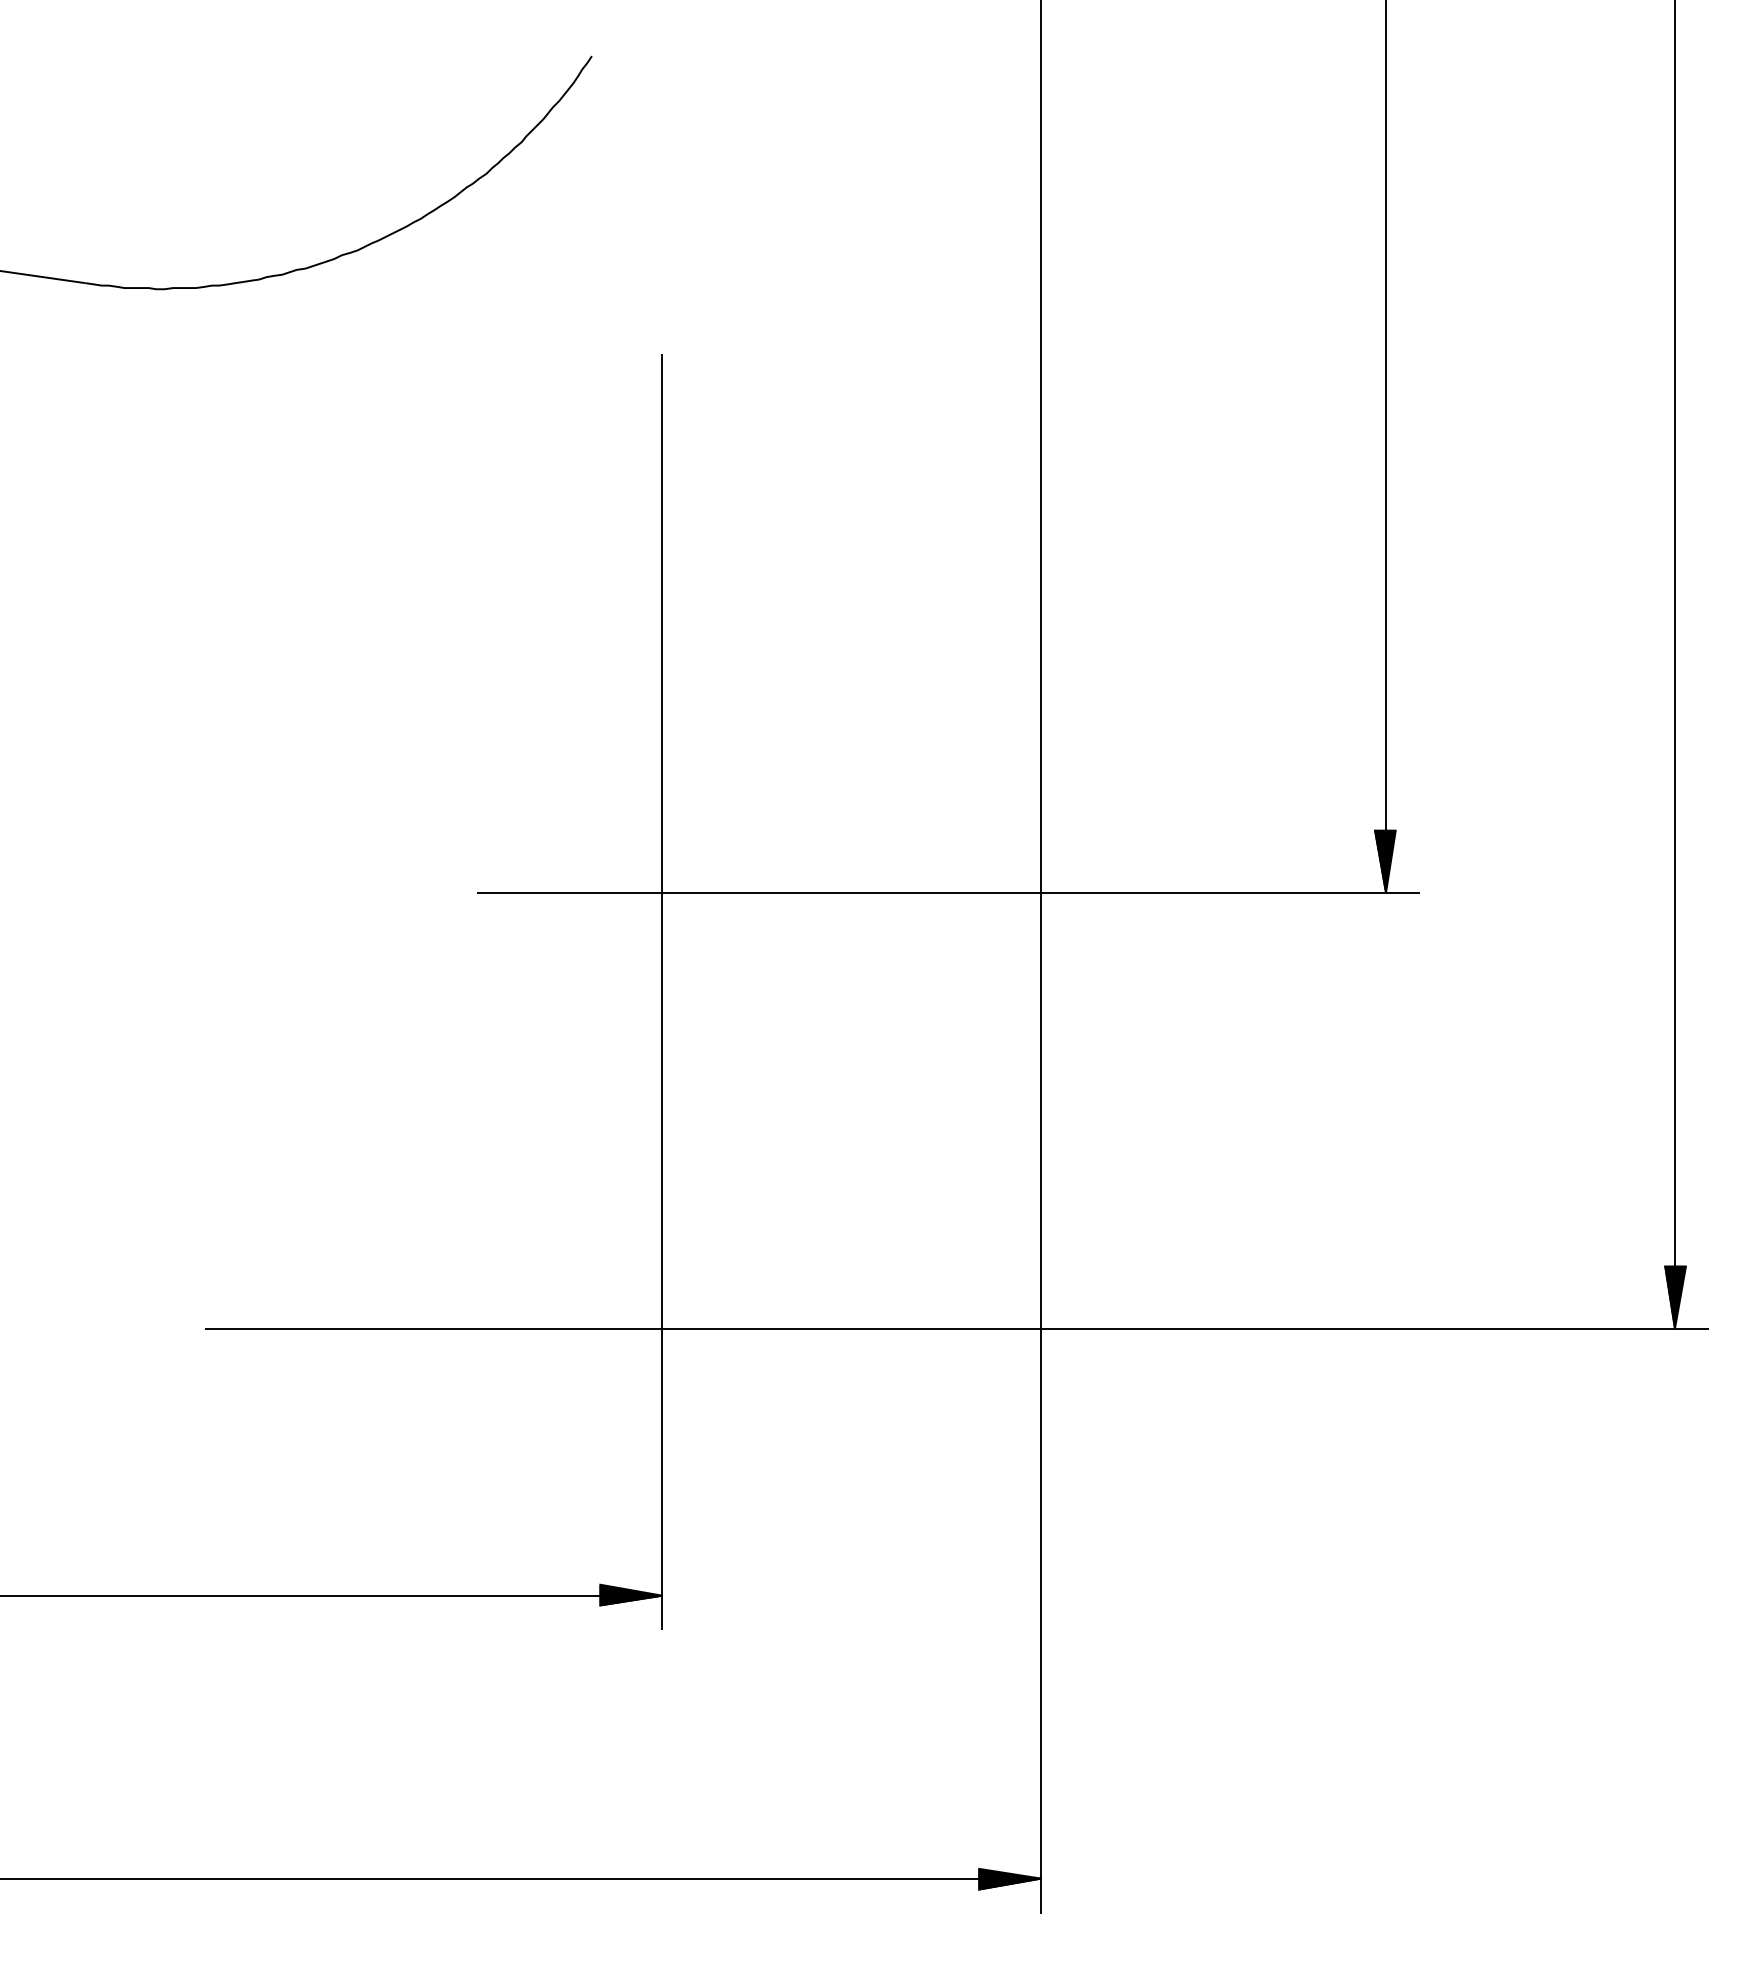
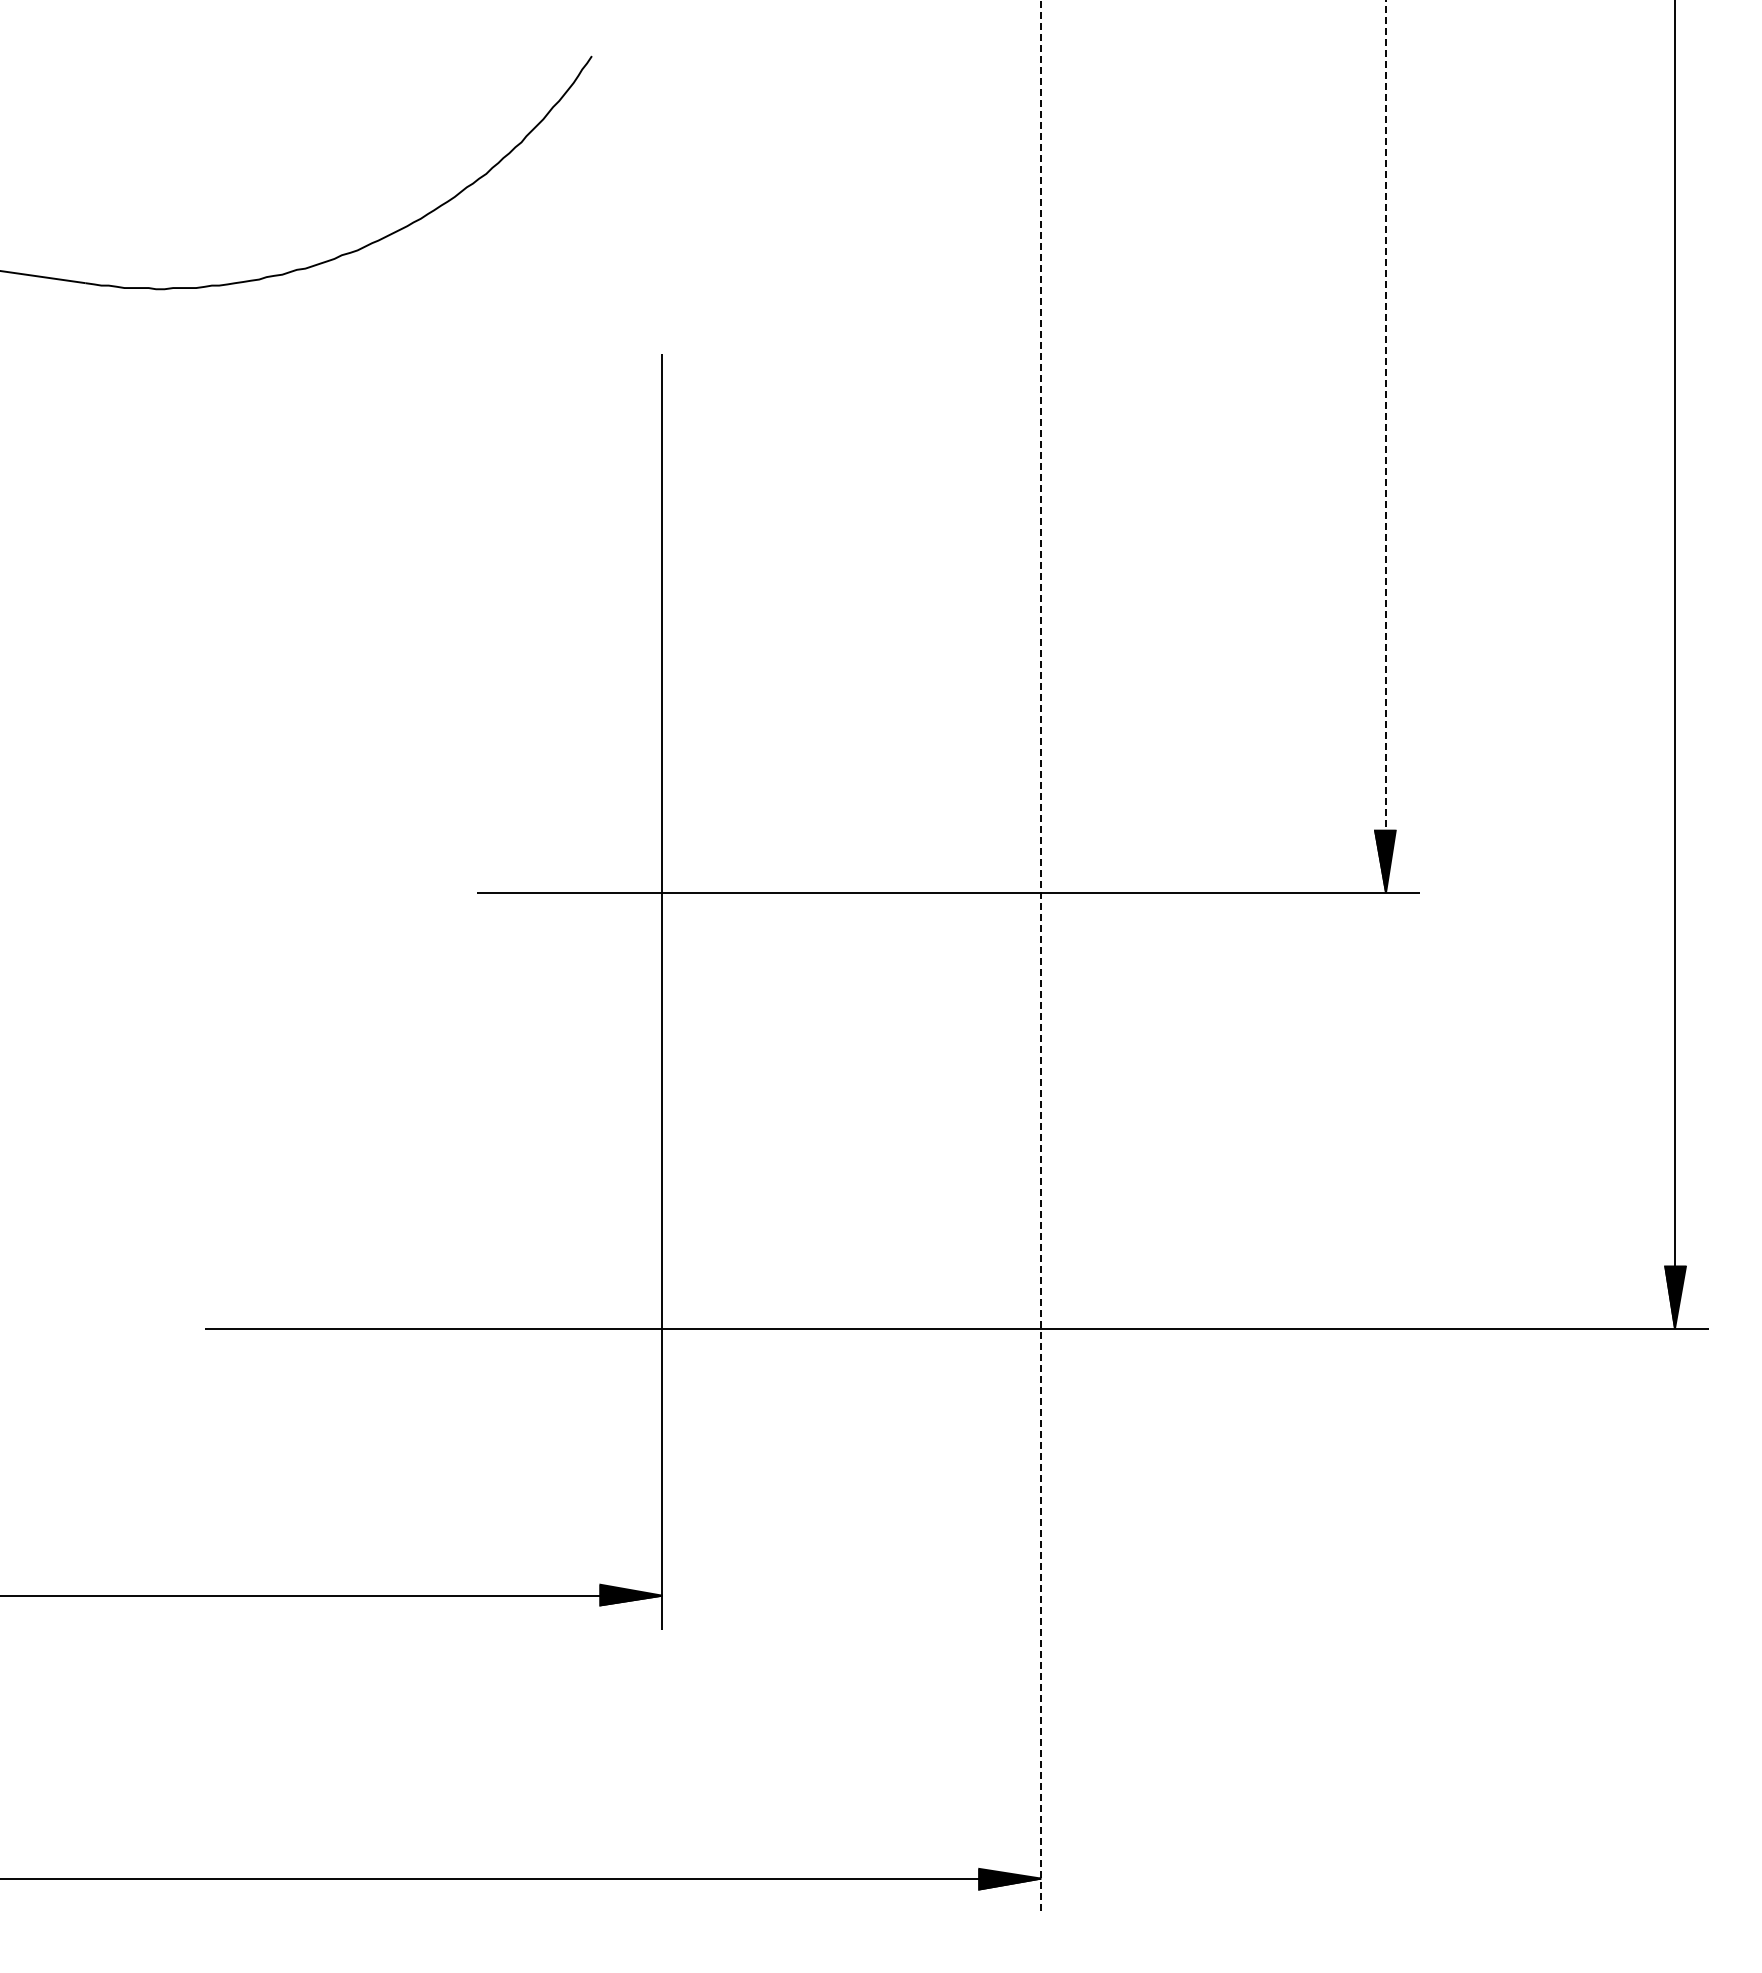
line at (1386, 446): solid -> dashed
line at (1041, 956): solid -> dashed
